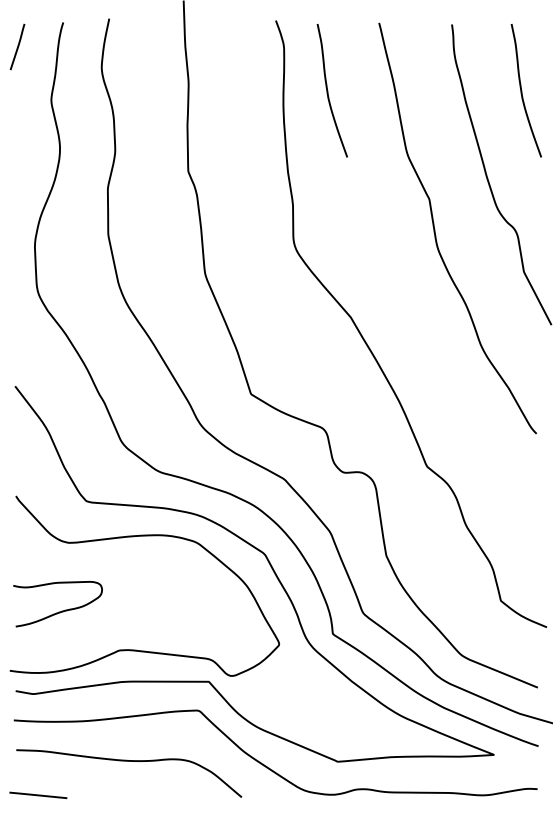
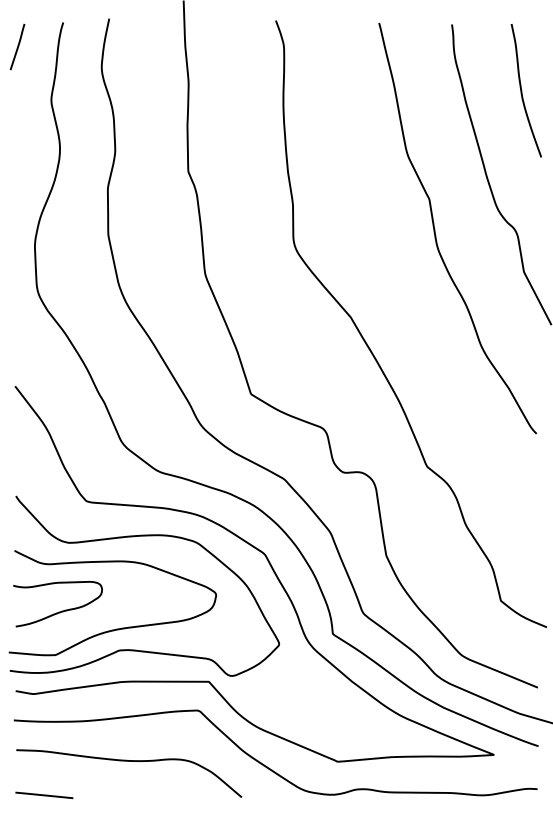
curve at (328, 90): present -> none
curve at (116, 628): none -> present
line at (38, 795) position: (38, 795) -> (44, 795)
